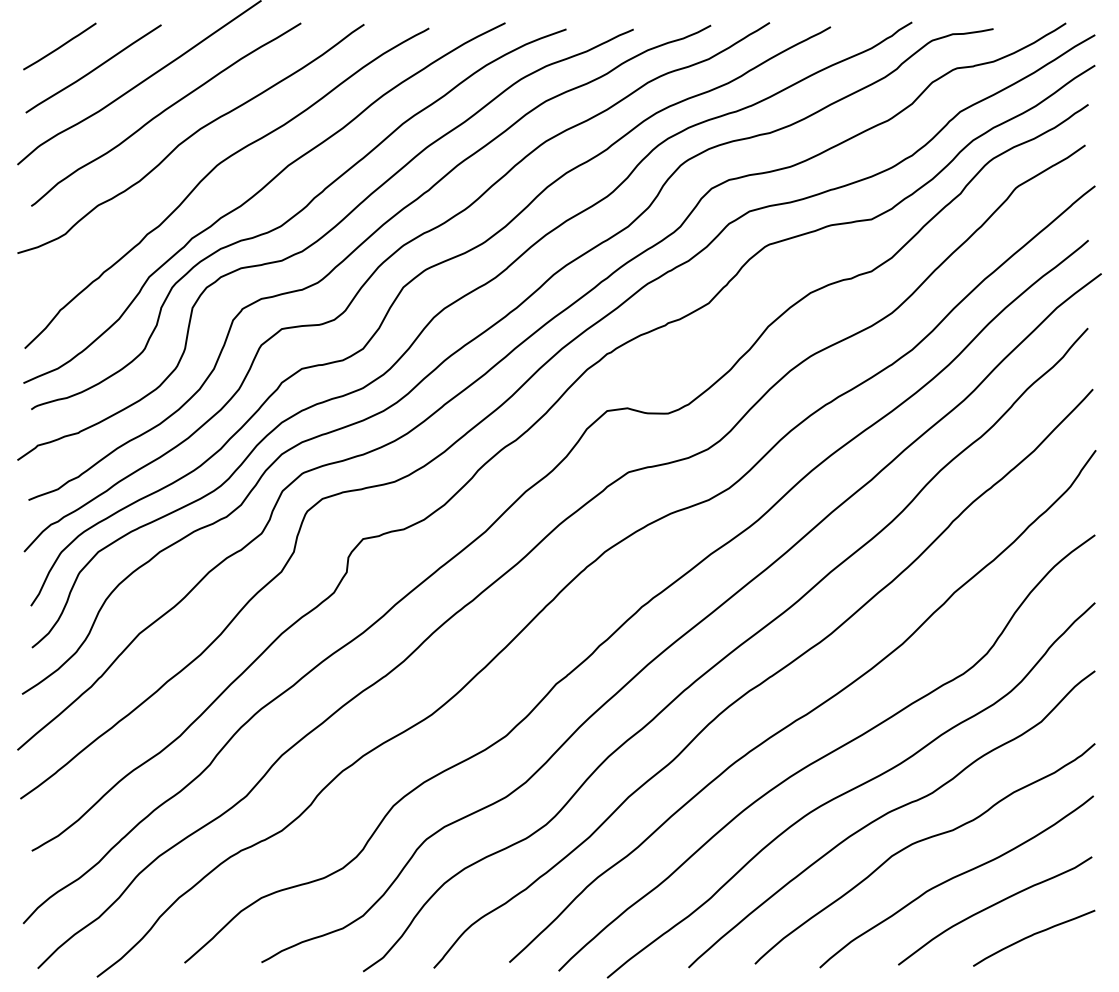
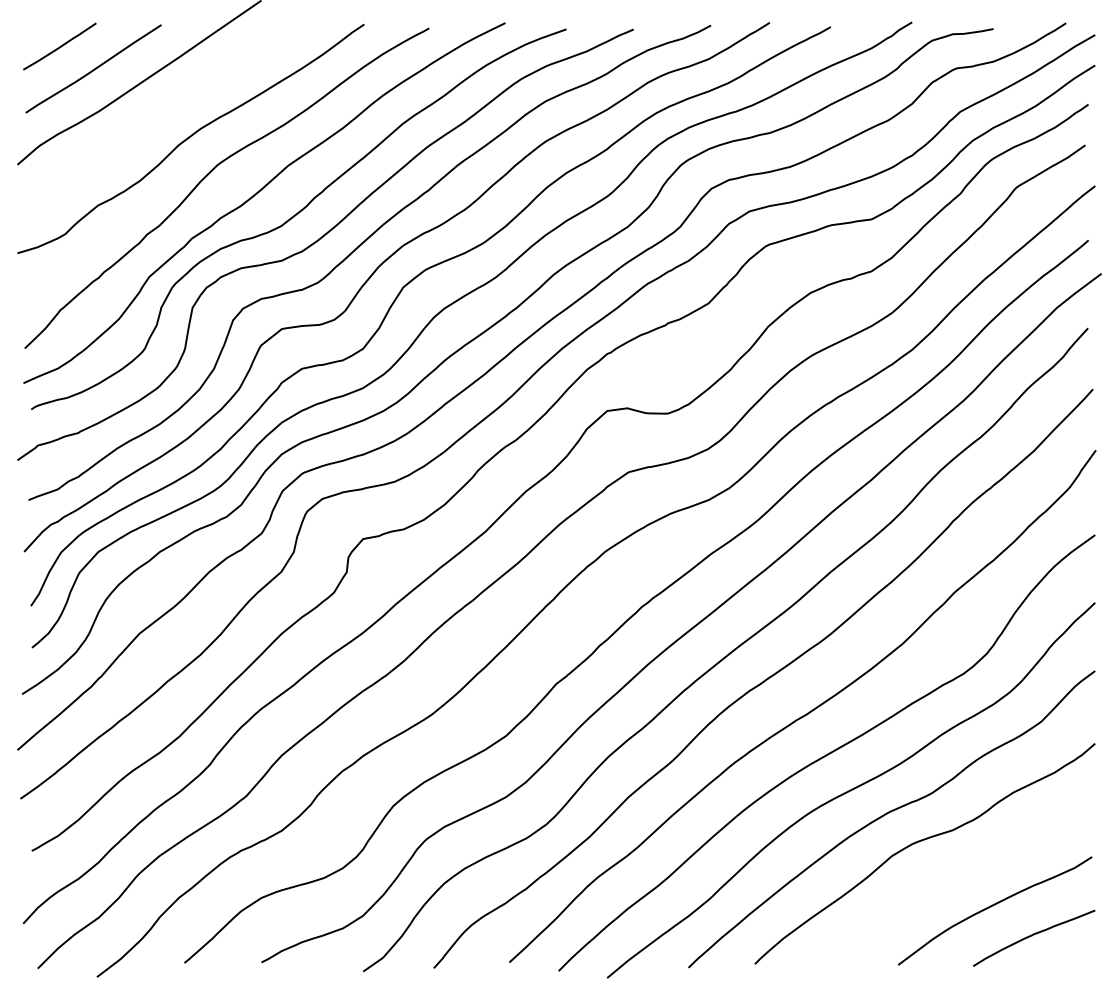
curve at (165, 111): present -> none
curve at (954, 878): present -> none
